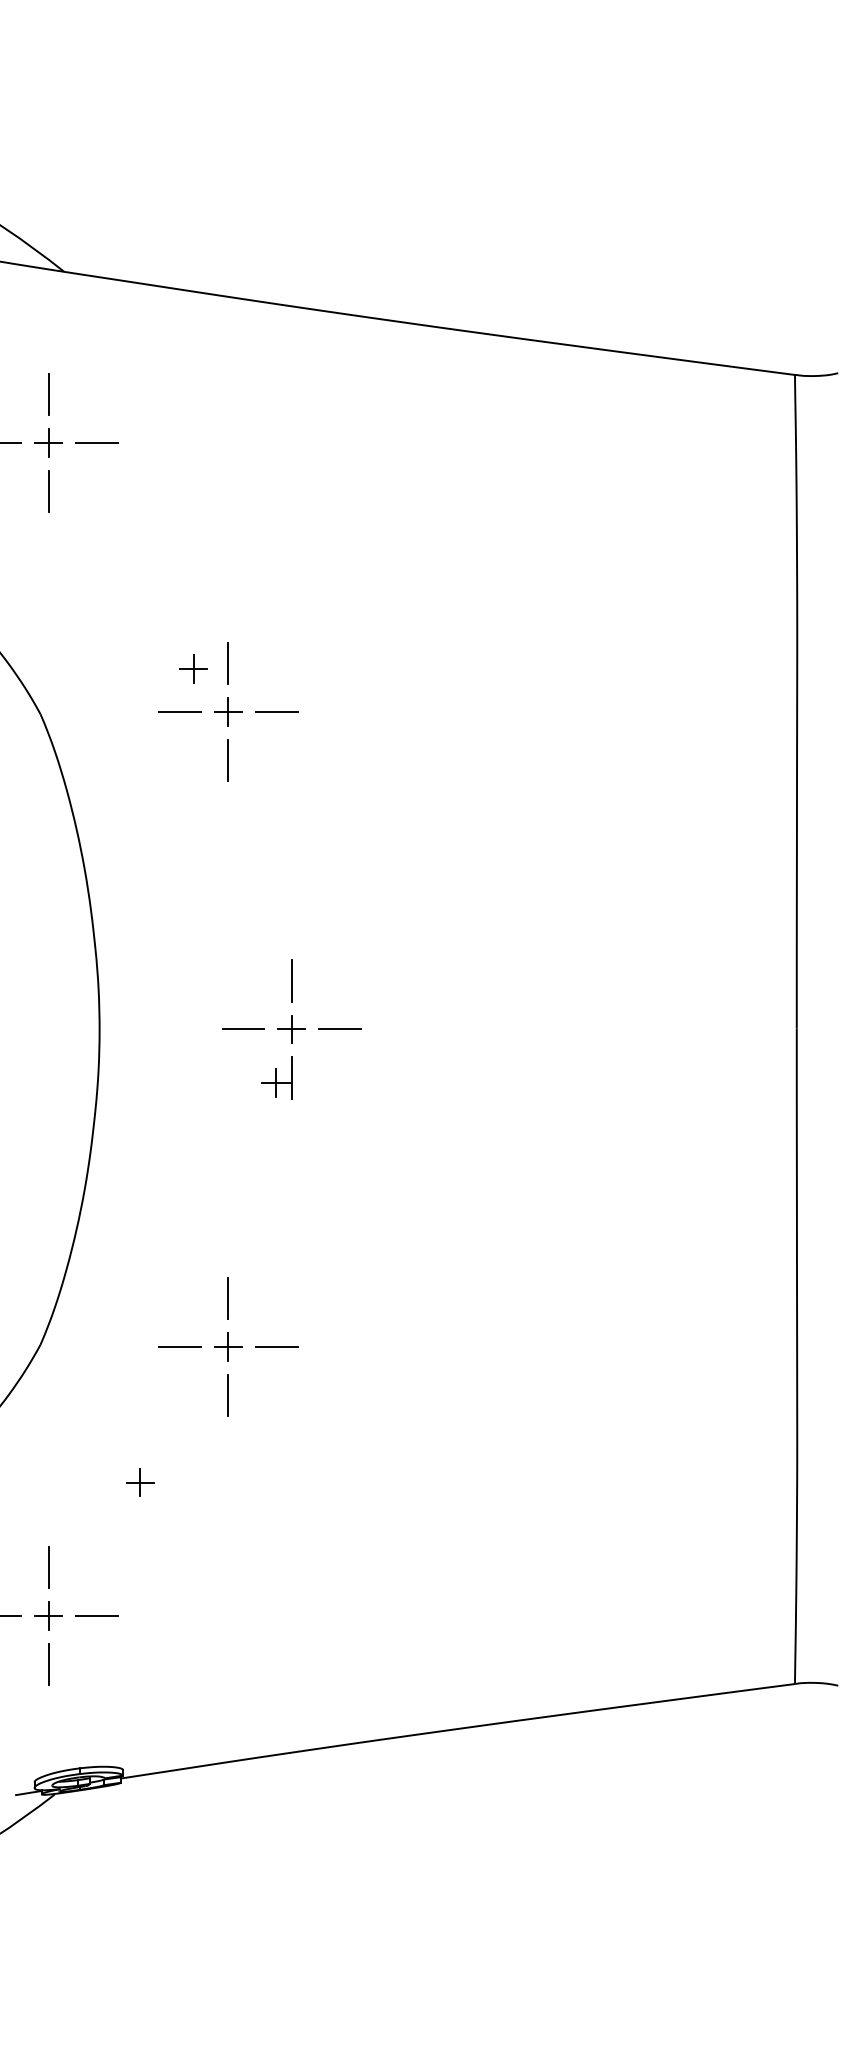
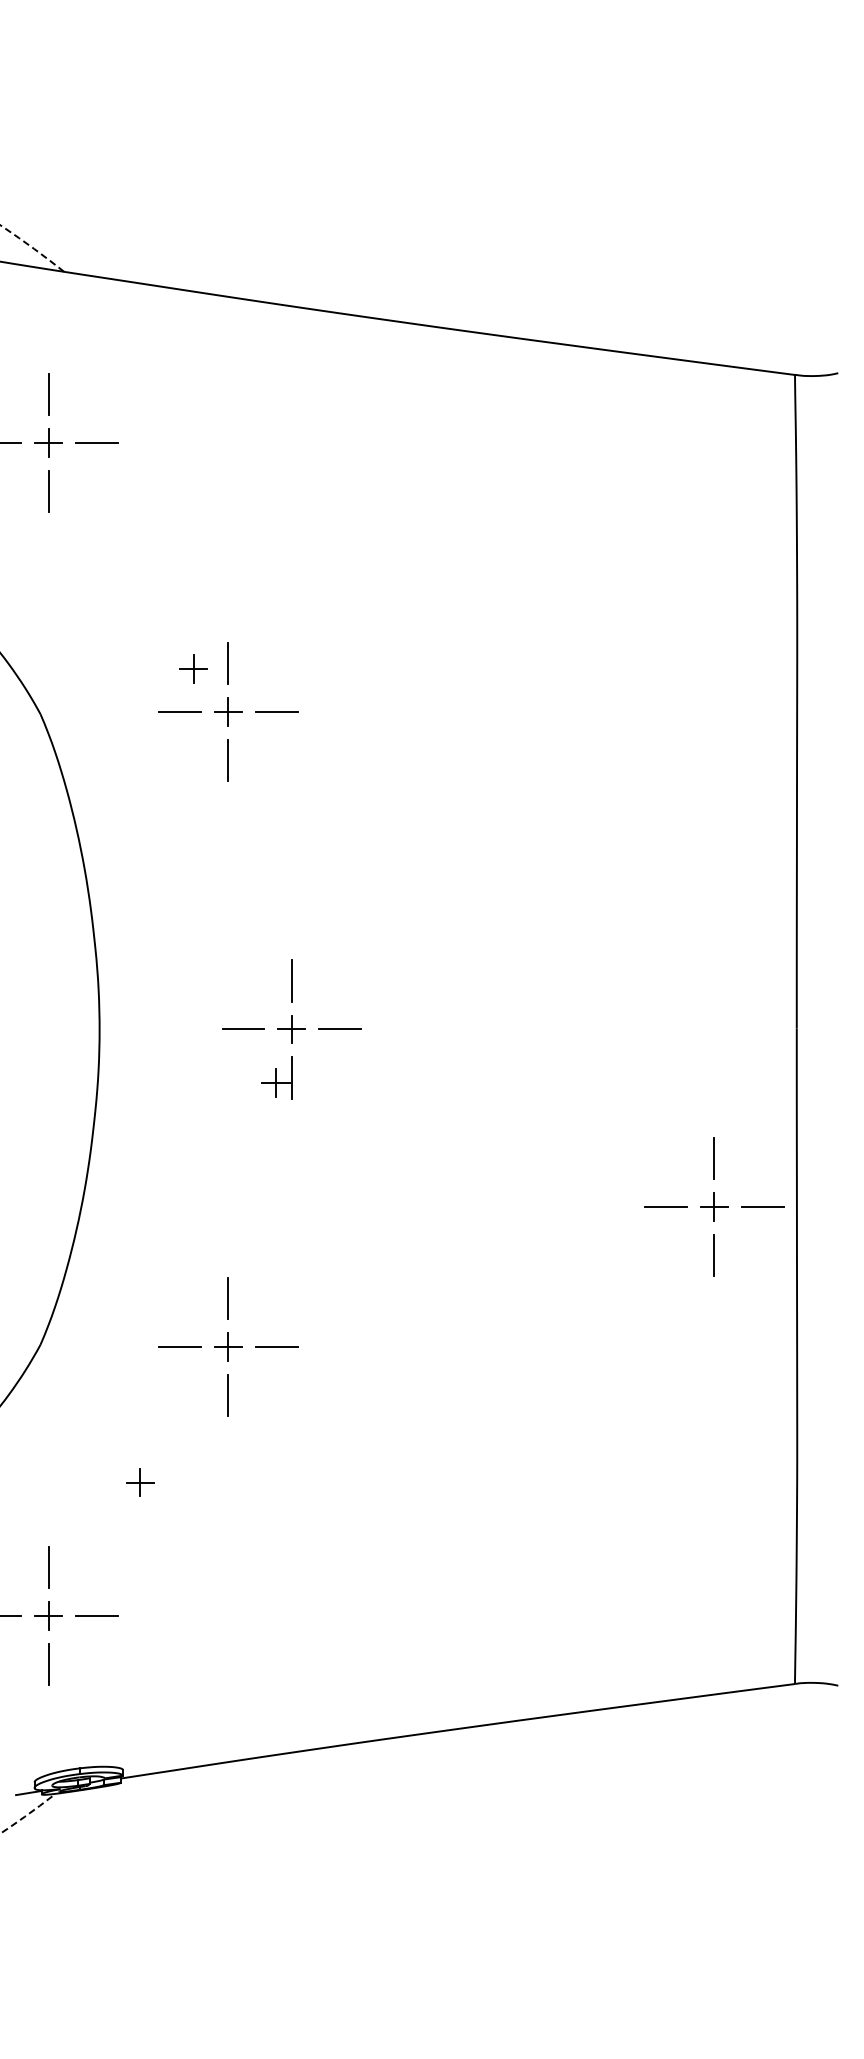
arc at (32, 247): solid -> dashed
part at (714, 1206): none -> present
arc at (27, 1814): solid -> dashed
